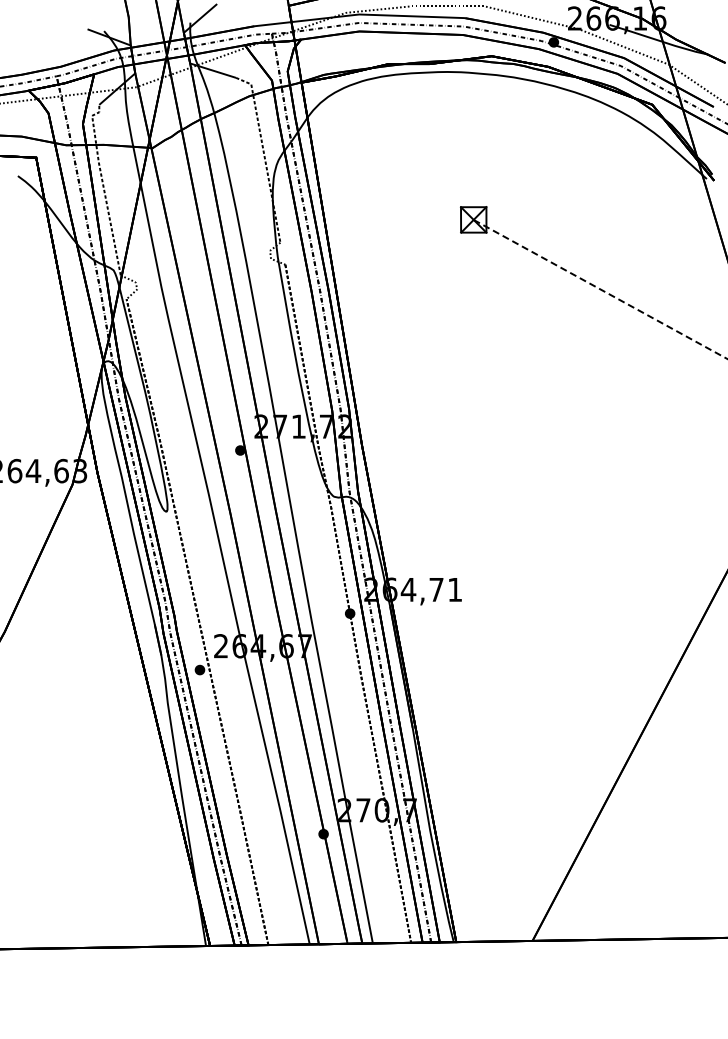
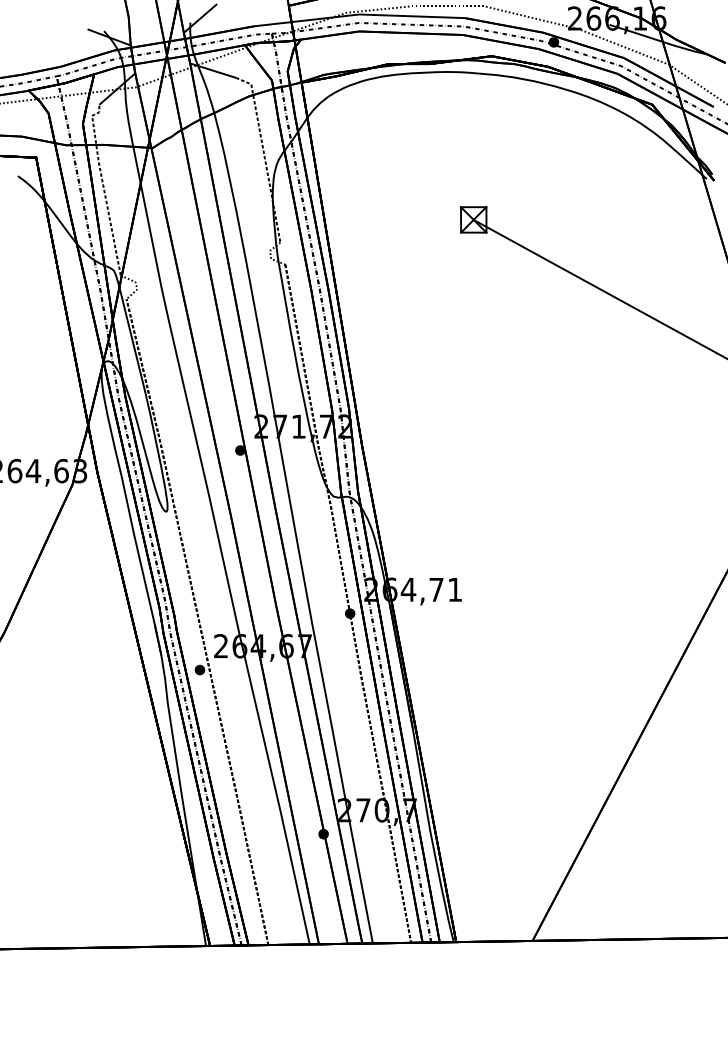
line at (600, 289): dashed -> solid
